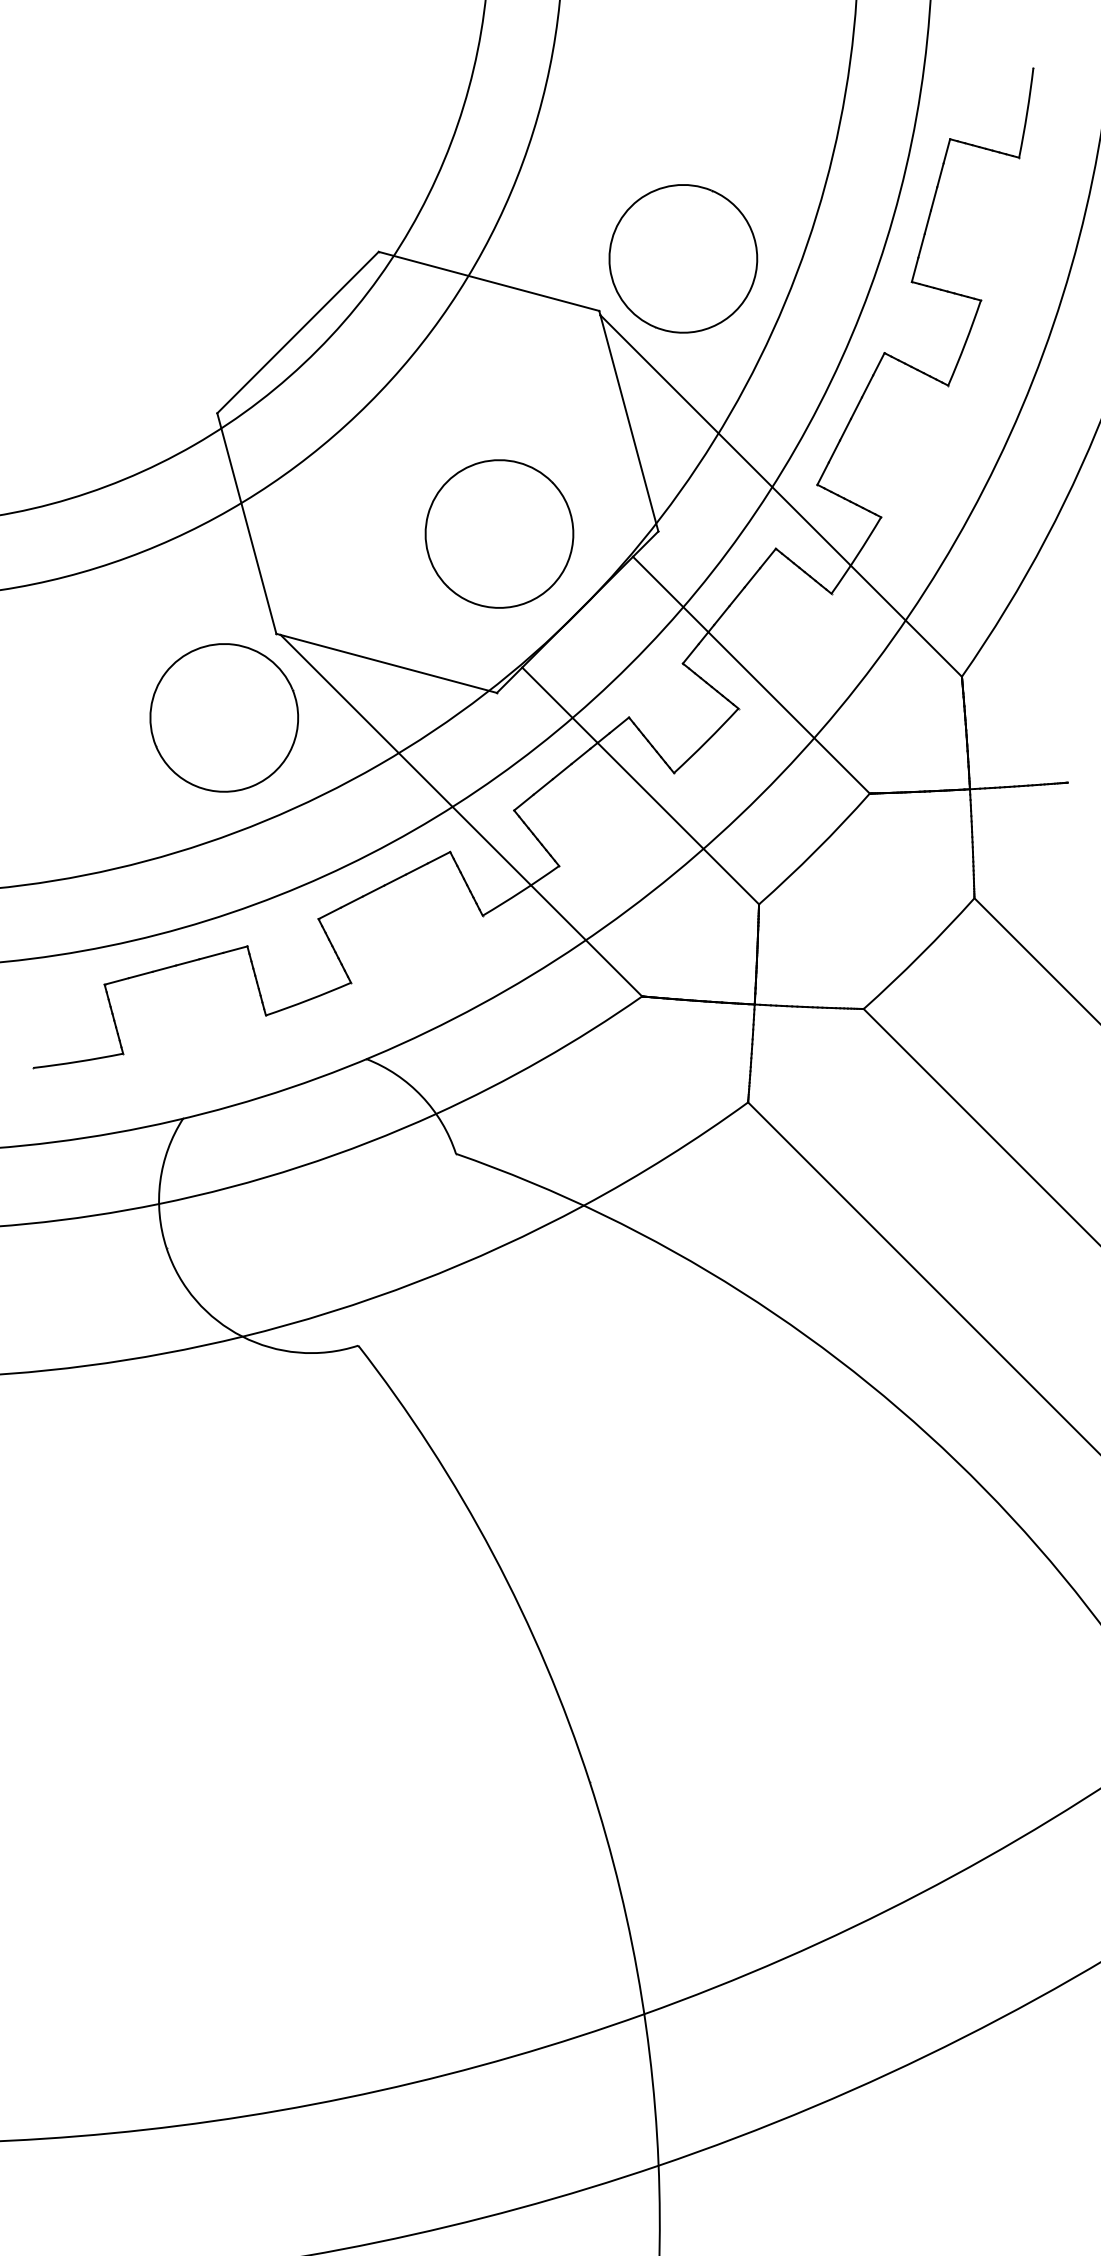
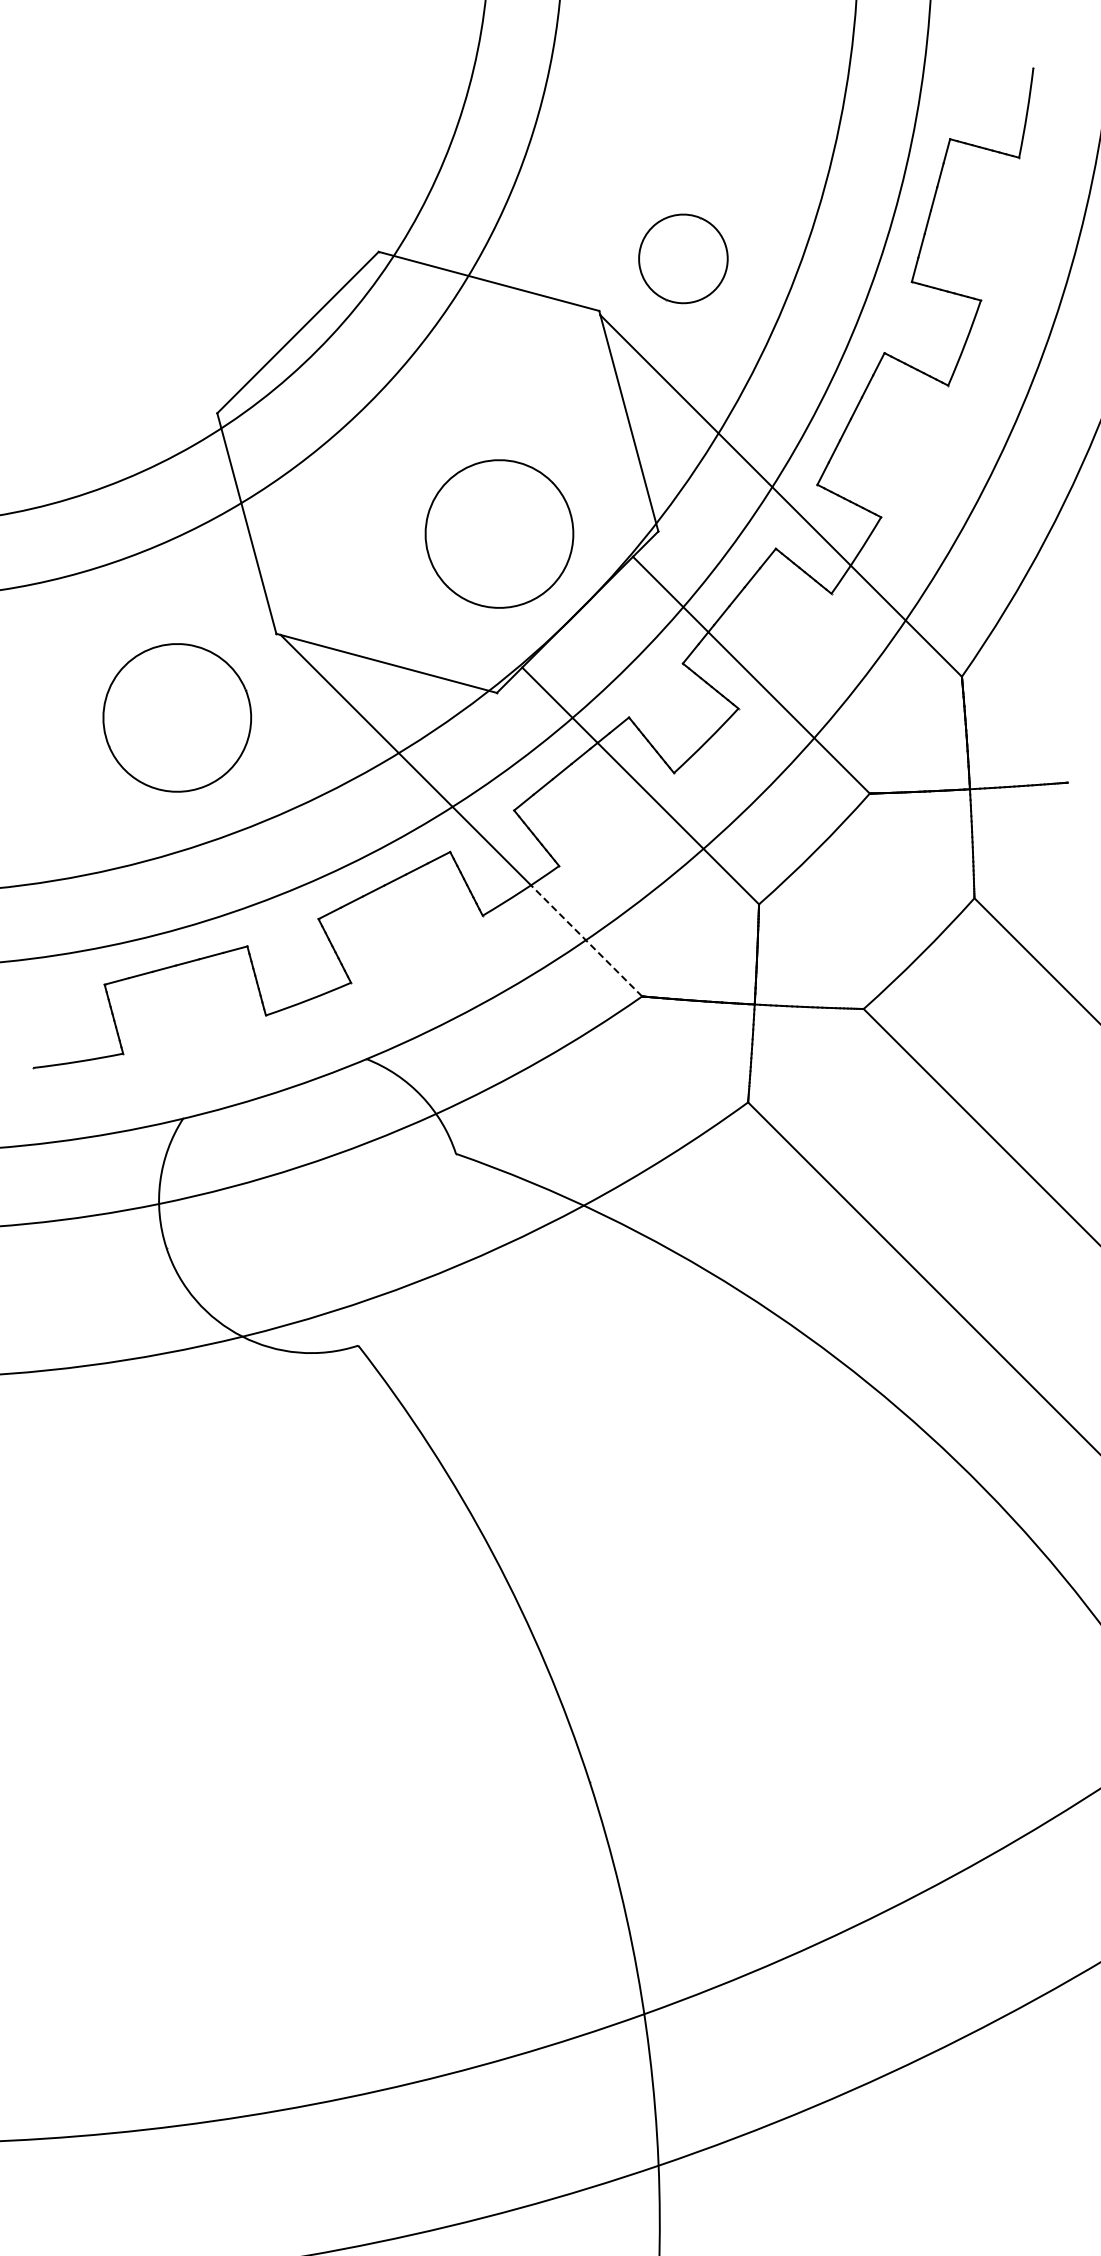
part at (683, 258) size: 151x150 px -> 91x92 px
part at (224, 717) position: (224, 717) -> (177, 717)
line at (586, 940): solid -> dashed
